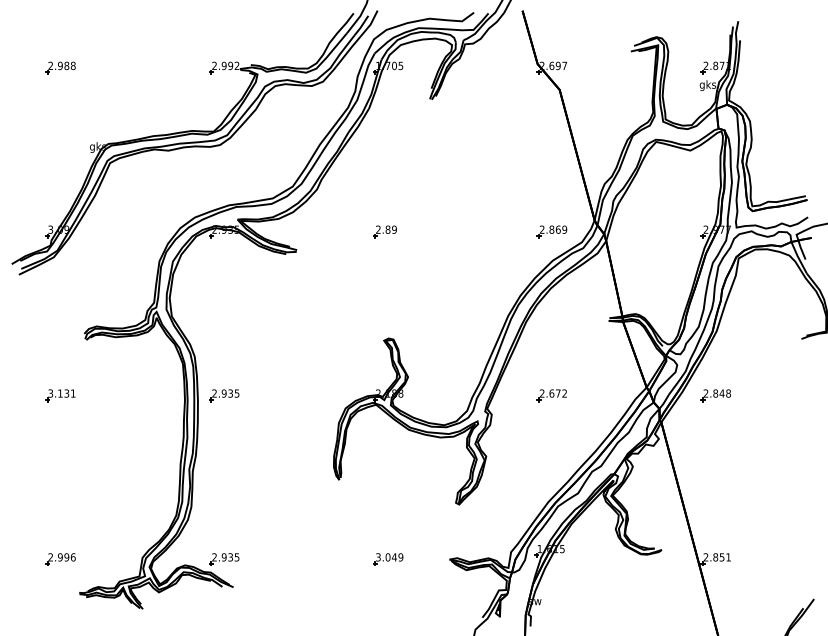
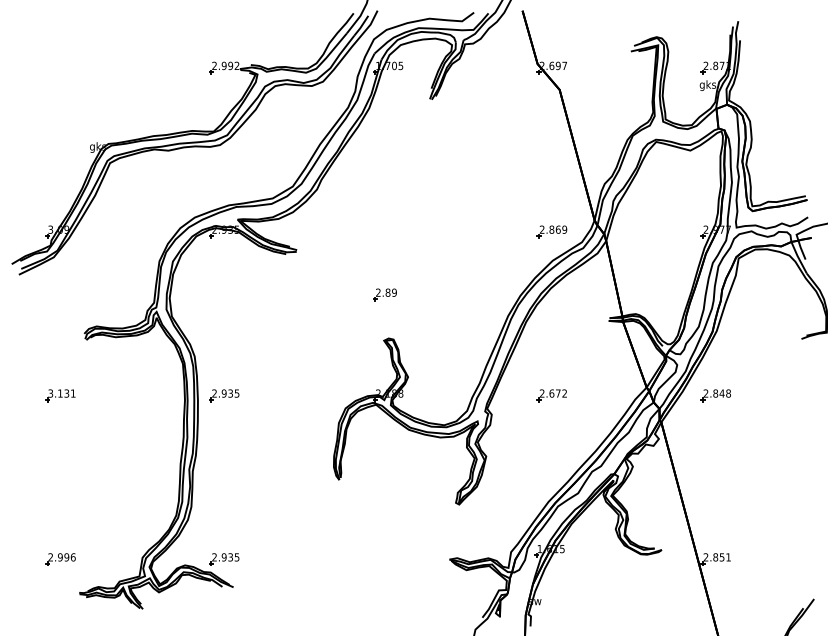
part at (60, 67): present -> none
part at (384, 231) position: (384, 231) -> (384, 294)
part at (388, 559): present -> none
